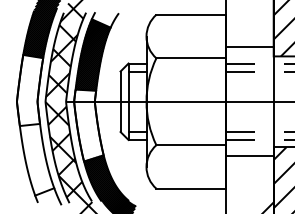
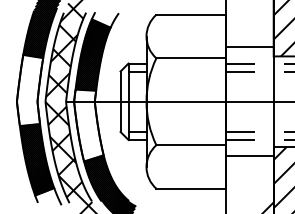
hatch at (36, 159): none -> present
